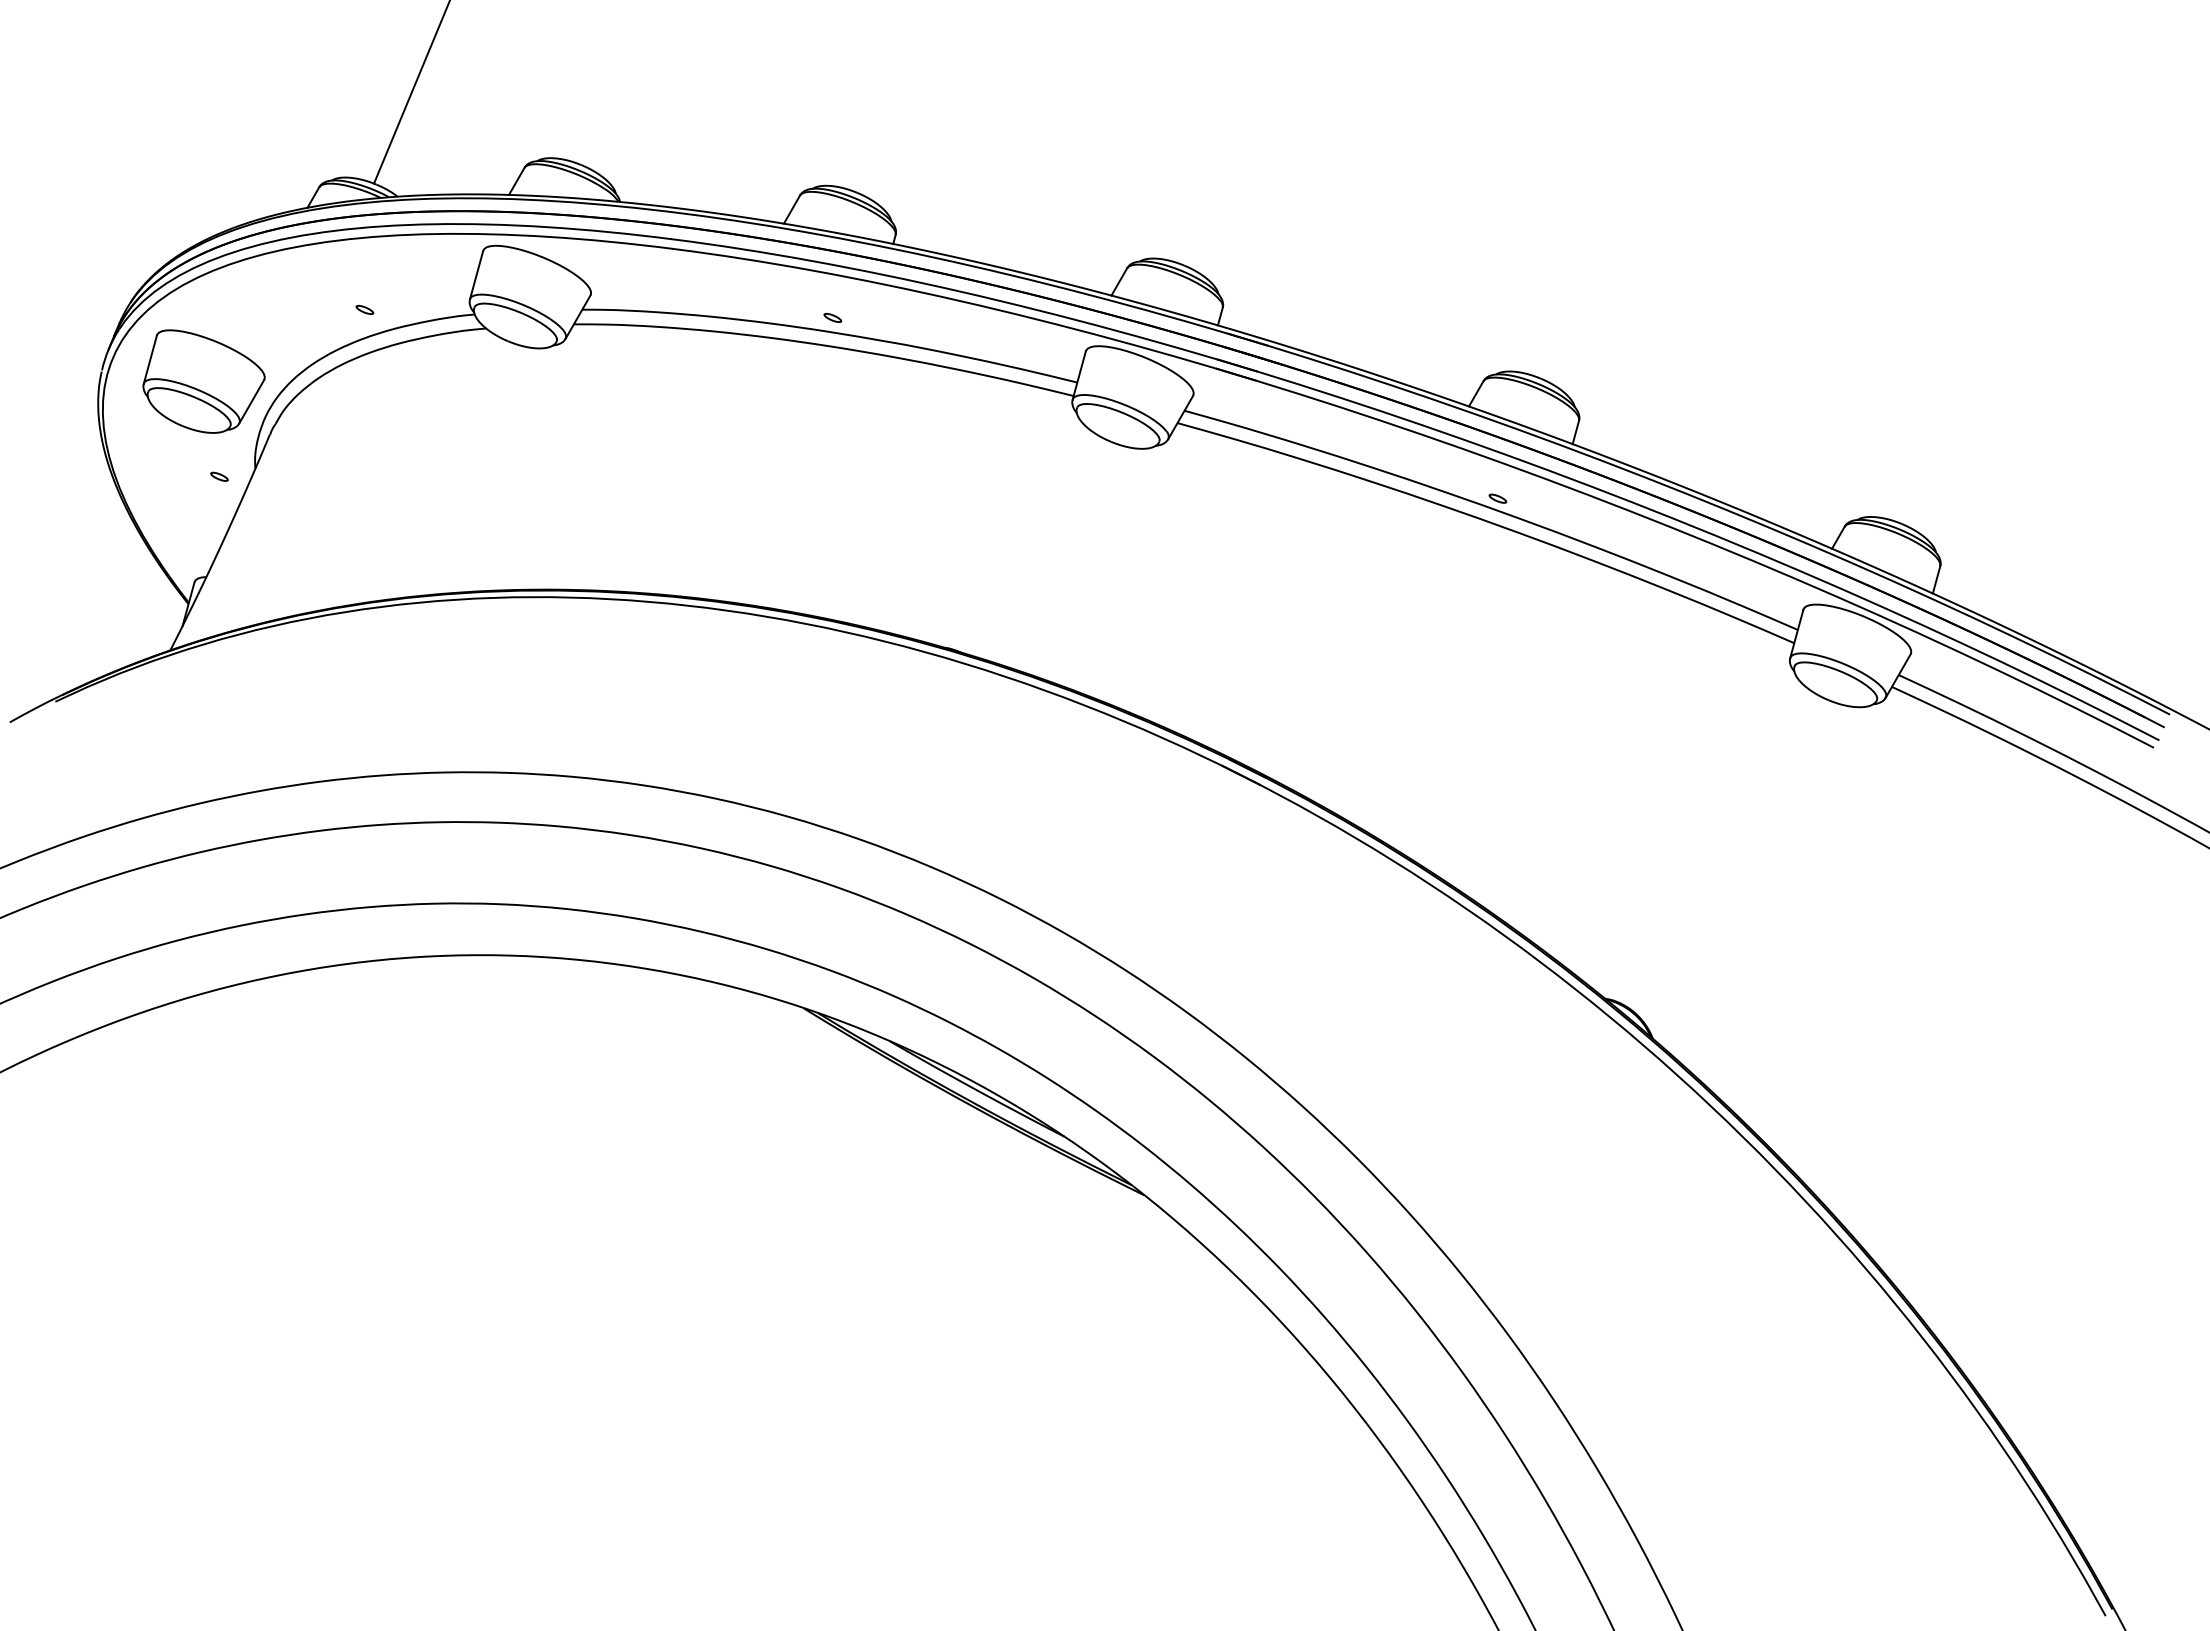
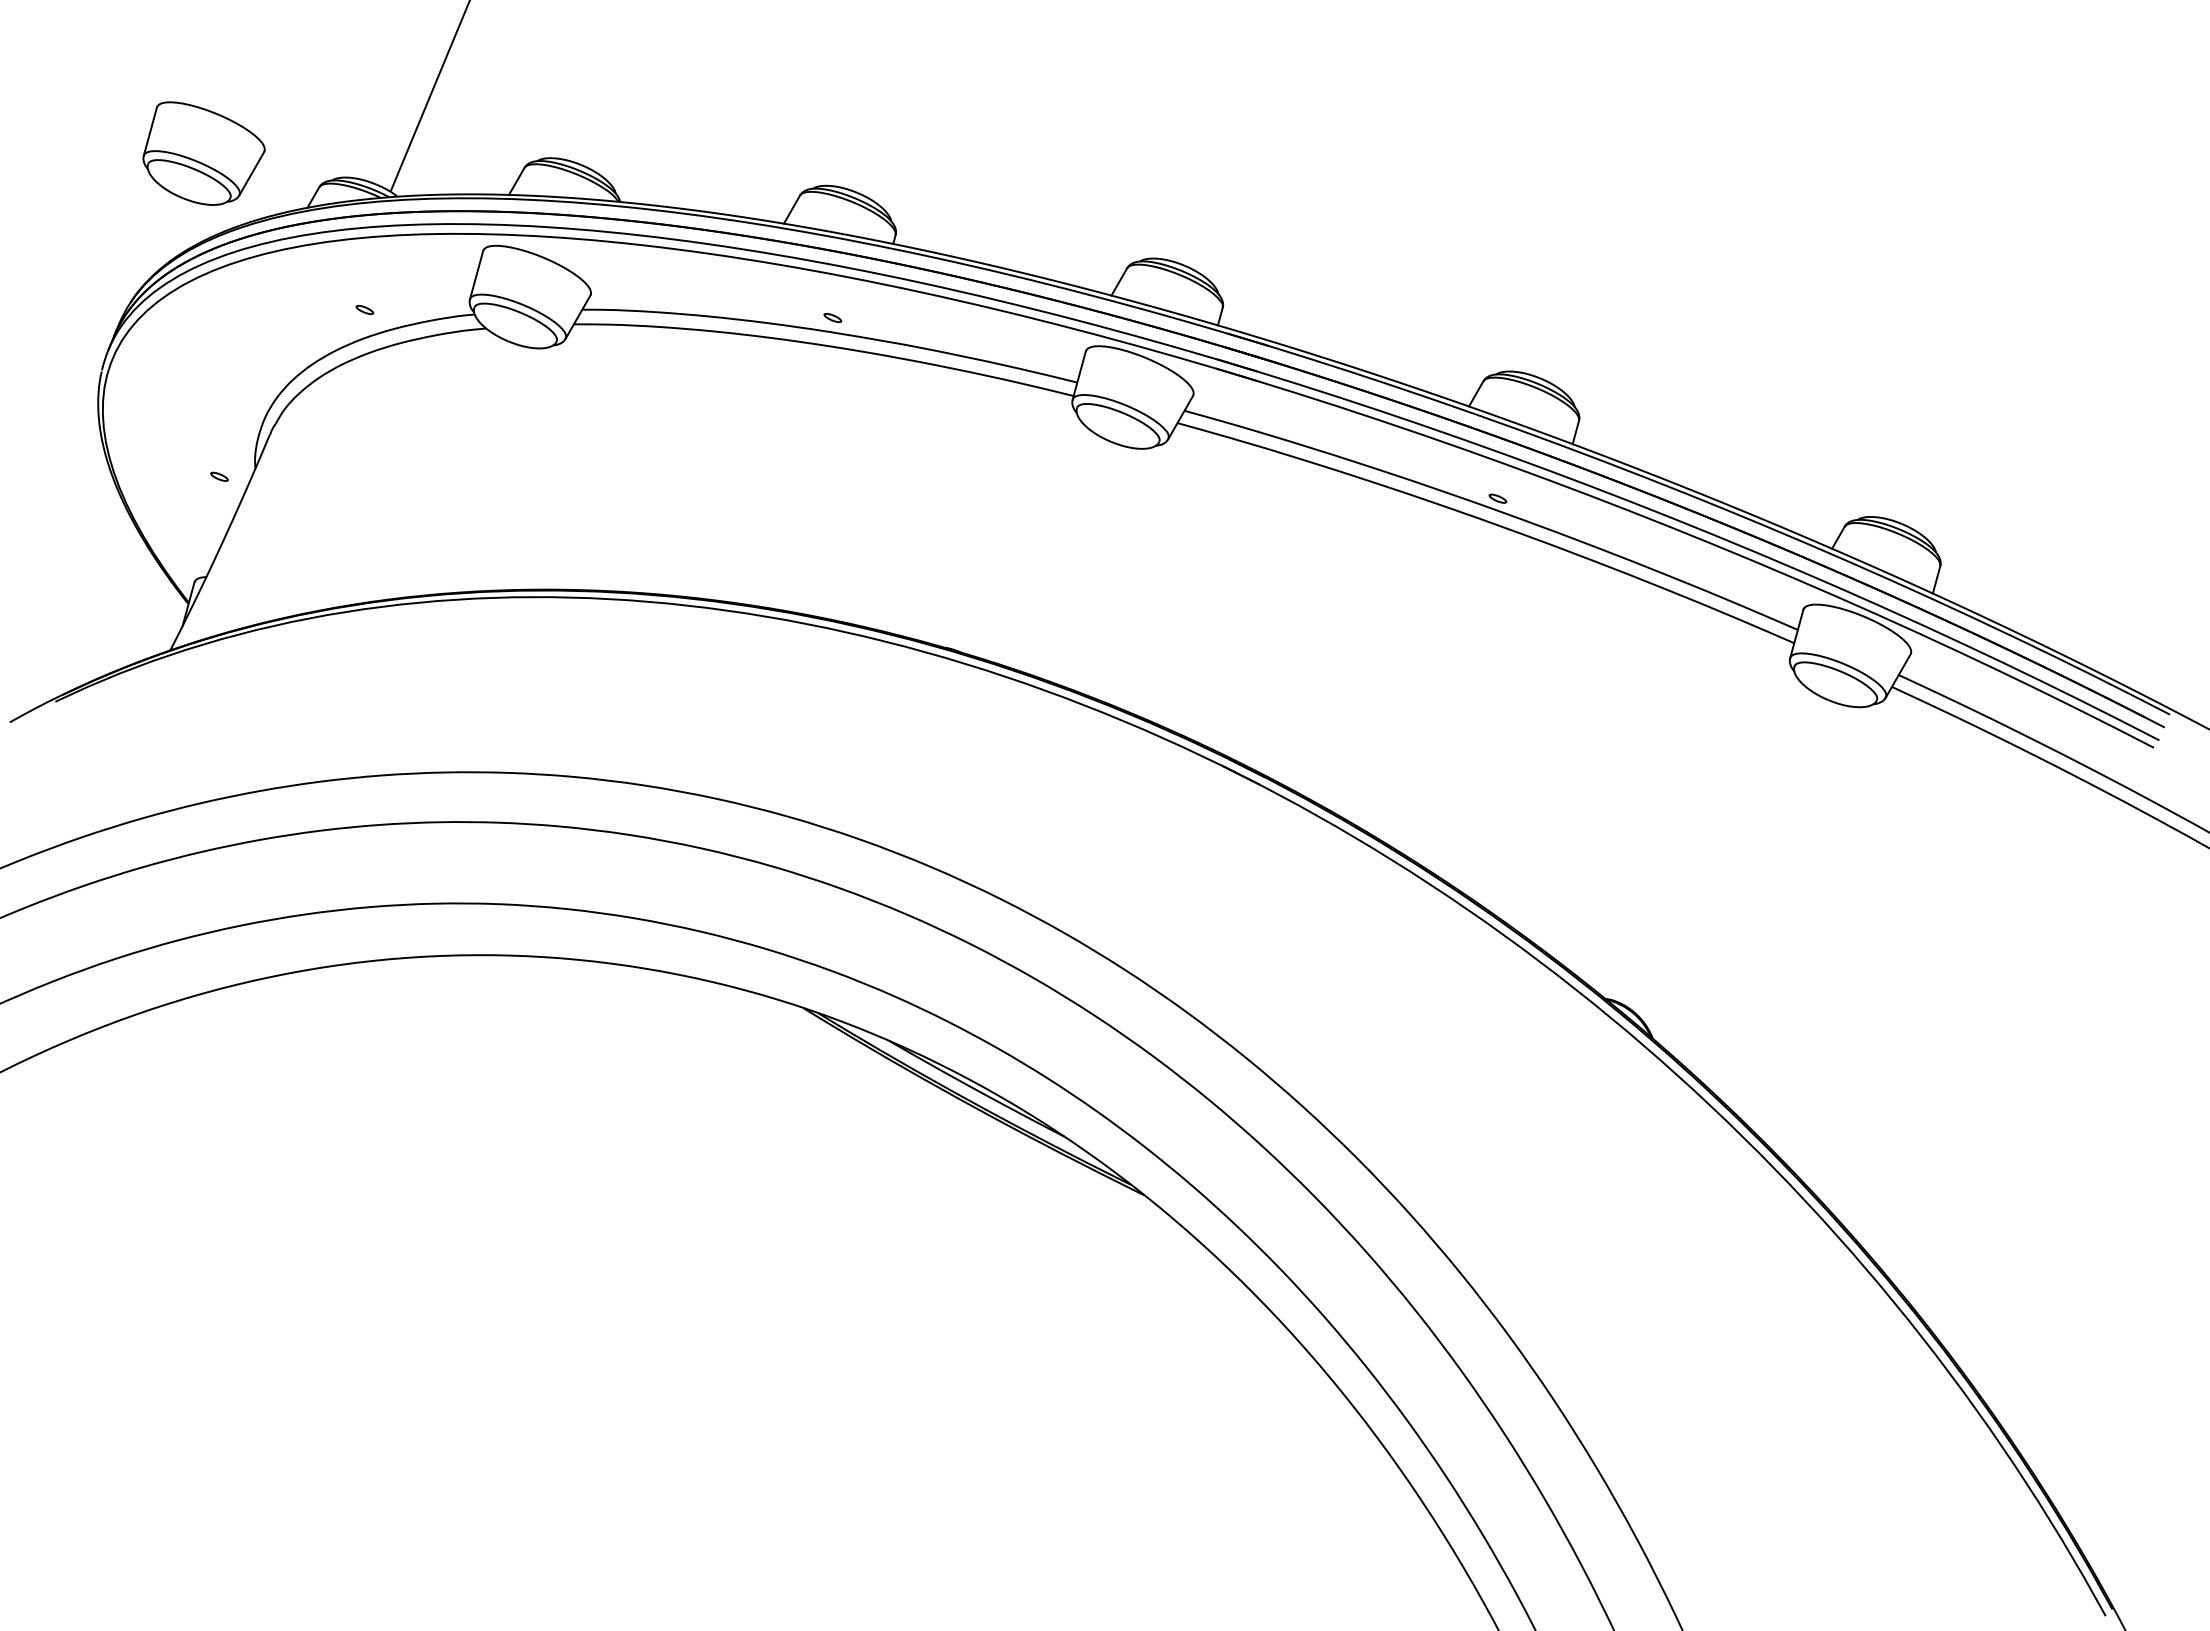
line at (411, 92) position: (411, 92) -> (430, 96)
part at (203, 381) position: (203, 381) -> (203, 153)
